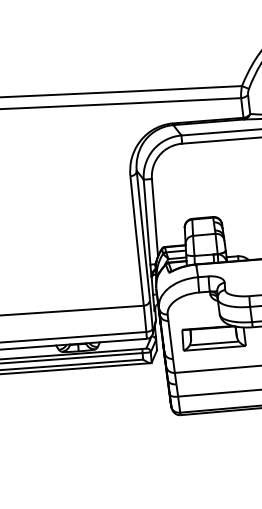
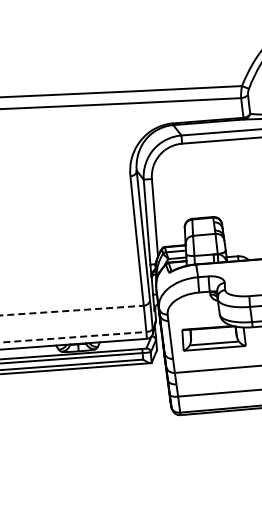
arc at (72, 310): solid -> dashed
arc at (73, 337): solid -> dashed
